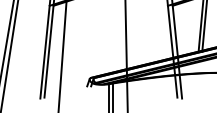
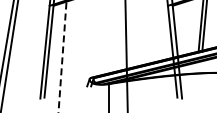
line at (62, 56): solid -> dashed
line at (113, 96): present -> none
